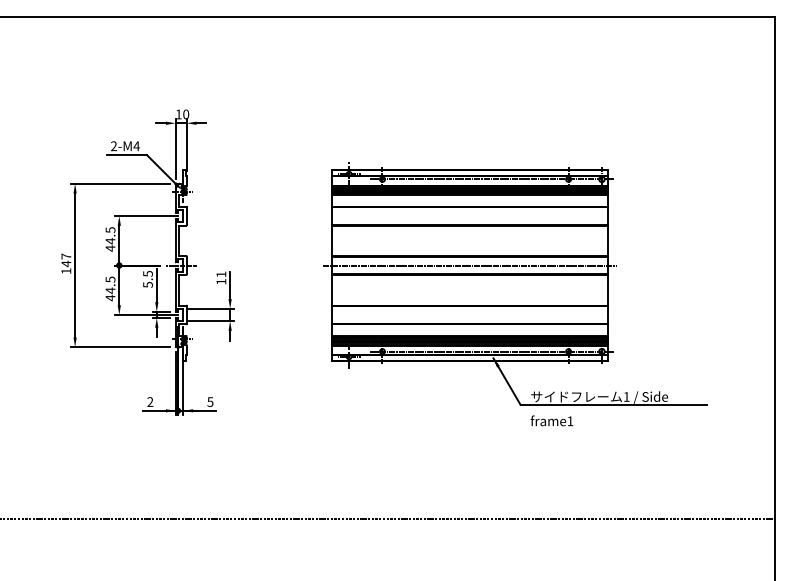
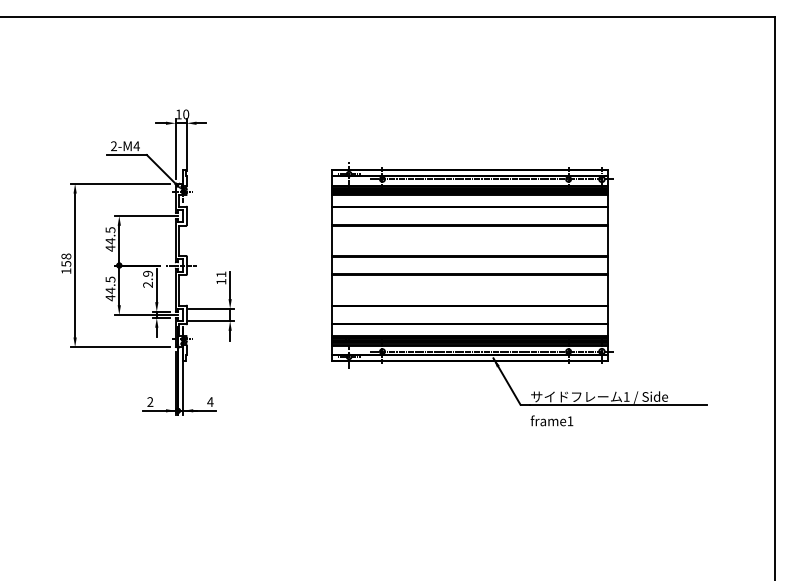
text at (66, 260): 147 -> 158
line at (469, 265): present -> none
text at (147, 278): 5.5 -> 2.9
text at (210, 401): 5 -> 4
line at (388, 518): present -> none
